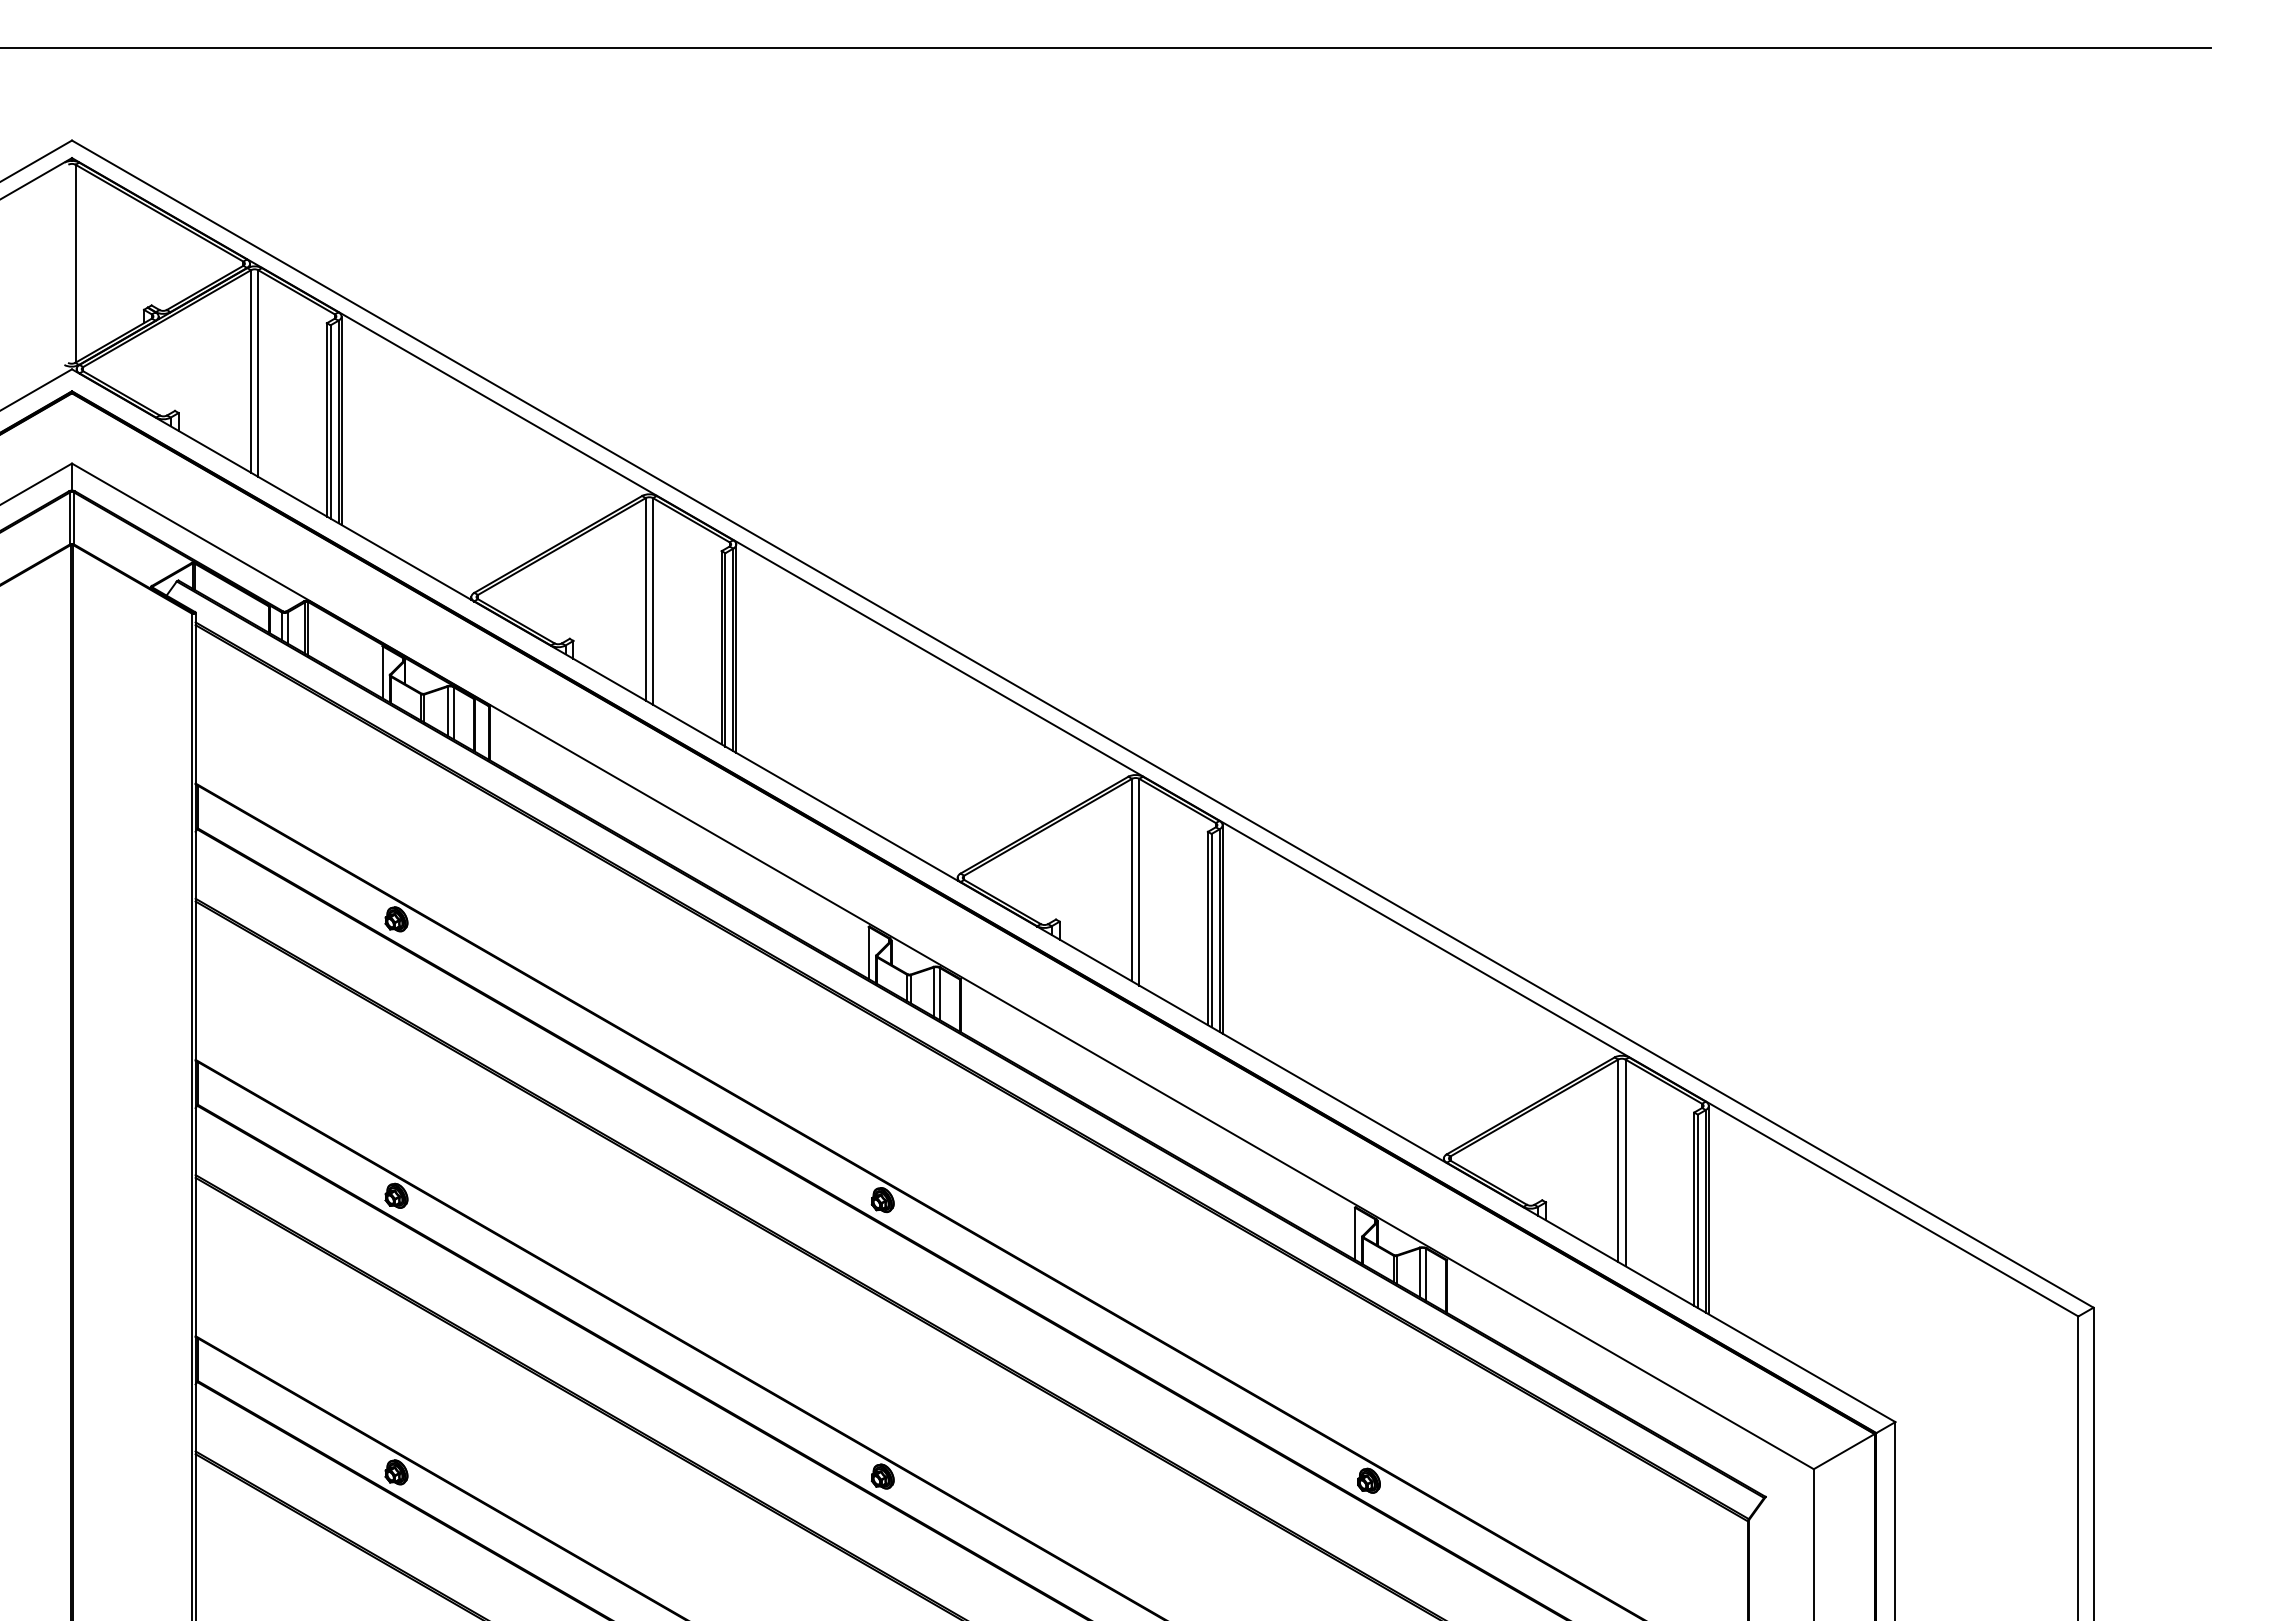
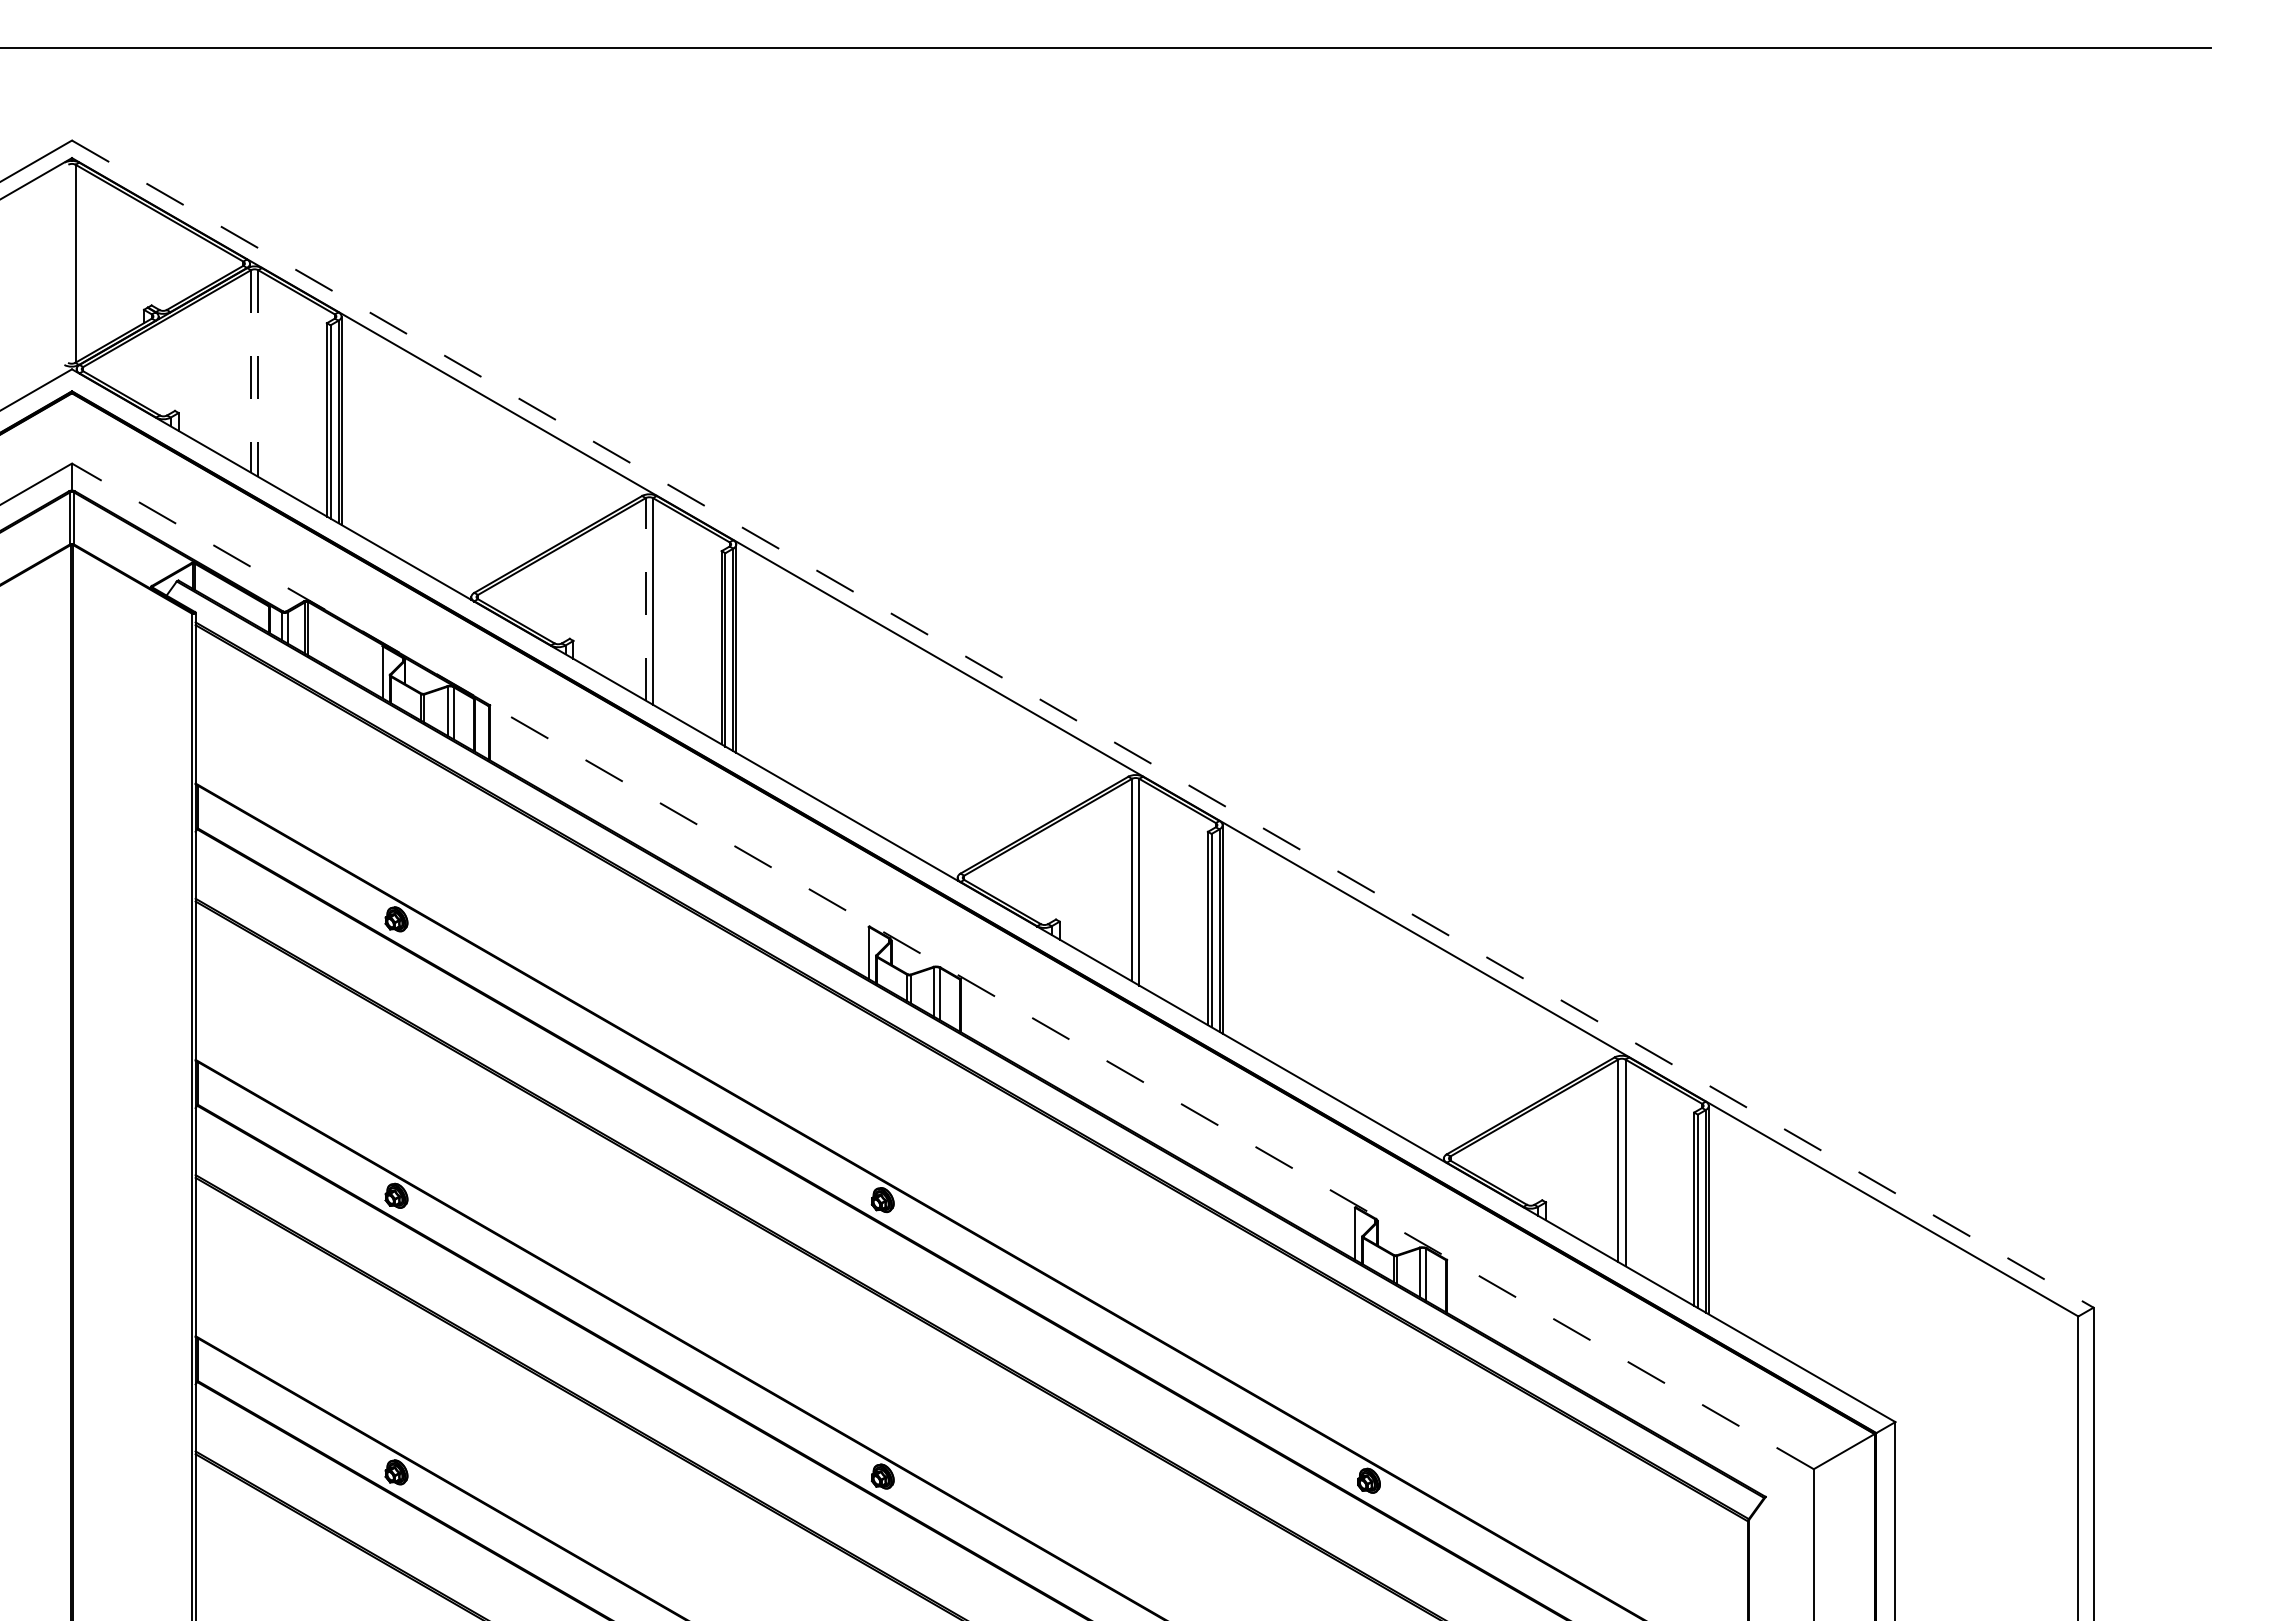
line at (251, 371): solid -> dashed
line at (258, 374): solid -> dashed
line at (645, 598): solid -> dashed
line at (1083, 724): solid -> dashed
line at (942, 966): solid -> dashed
